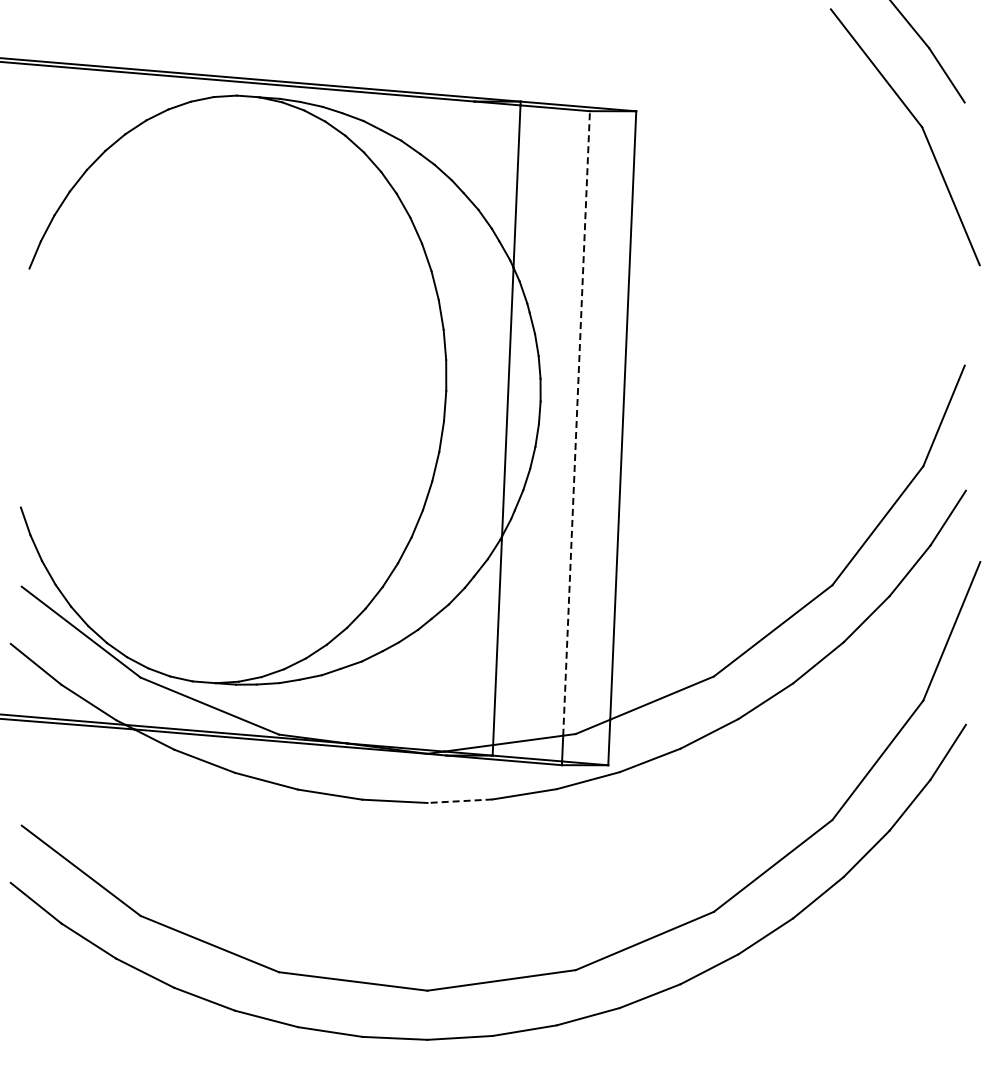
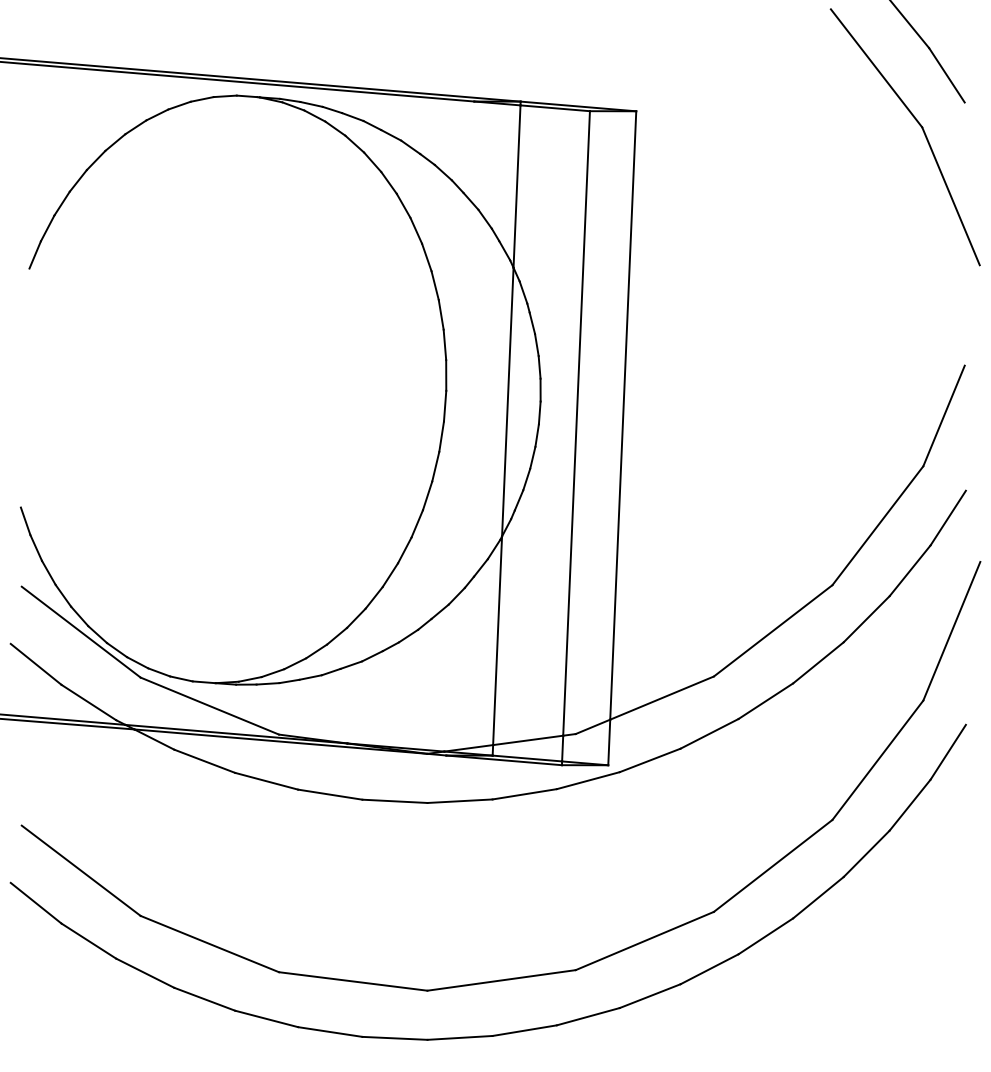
line at (576, 423): dashed -> solid
line at (460, 801): dashed -> solid
